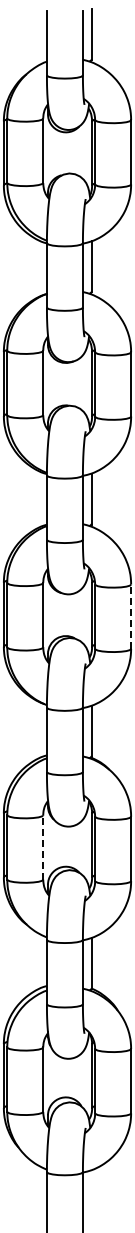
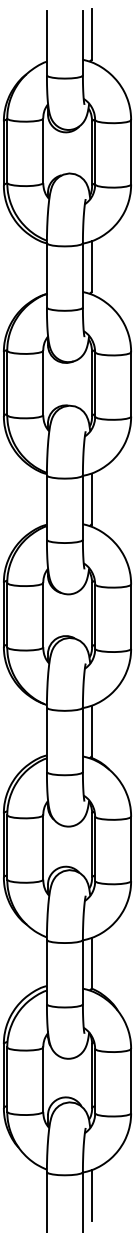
line at (131, 616): dashed -> solid
line at (43, 846): dashed -> solid
line at (91, 1195): none -> present
